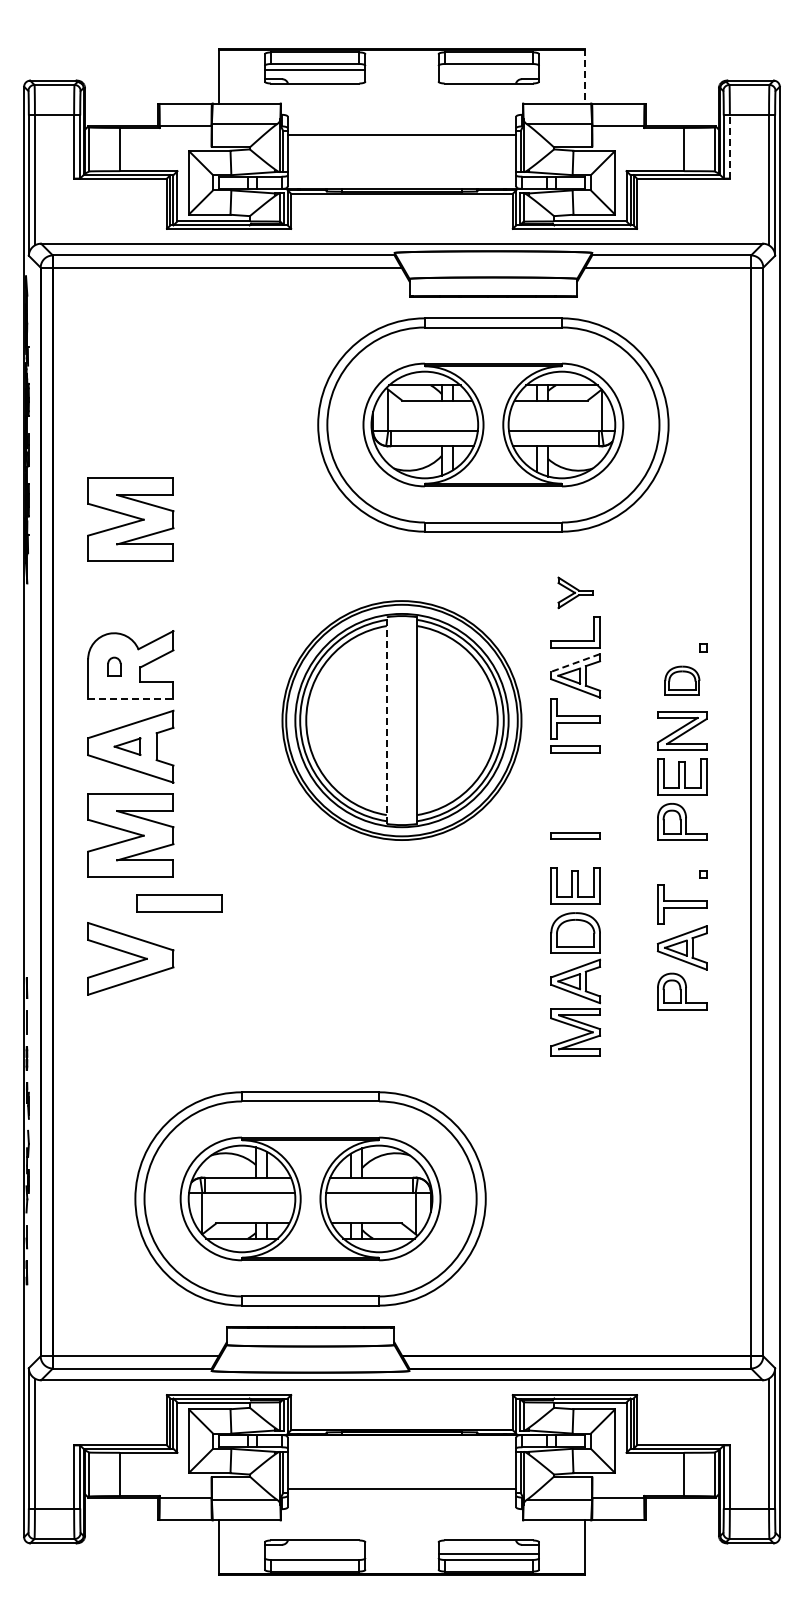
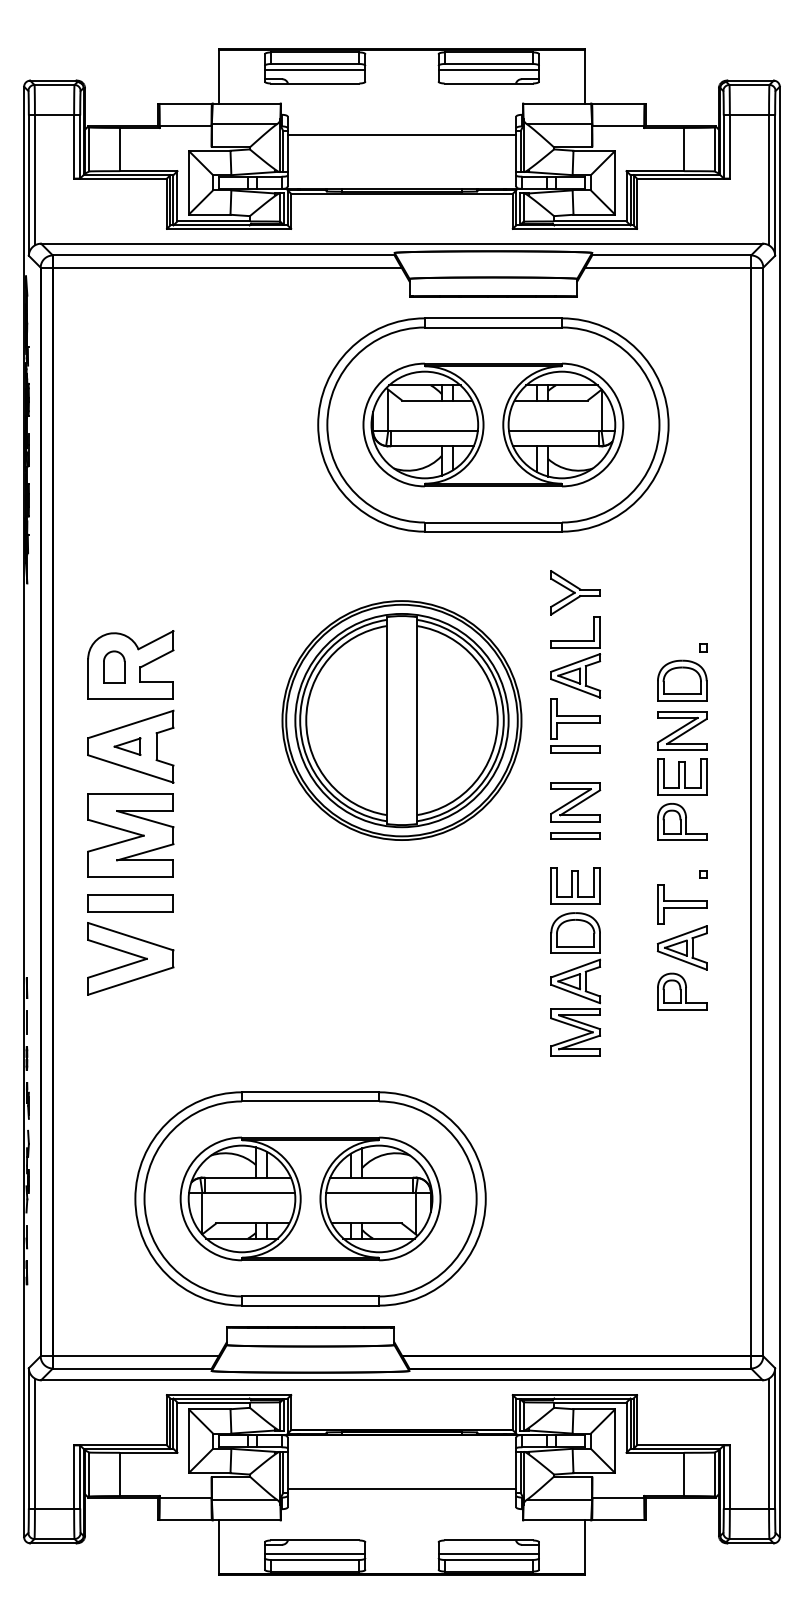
line at (488, 70): none -> present
line at (584, 76): dashed -> solid
line at (729, 147): dashed -> solid
part at (130, 519): present -> none
part at (575, 592) size: 37x34 px -> 51x46 px
line at (575, 662): dashed -> solid
part at (114, 666) size: 15x21 px -> 23x34 px
part at (682, 680) size: 37x31 px -> 51x43 px
line at (130, 699): dashed -> solid
line at (386, 720): dashed -> solid
part at (575, 802): none -> present
part at (179, 903) position: (179, 903) -> (130, 903)
line at (314, 1553): none -> present
